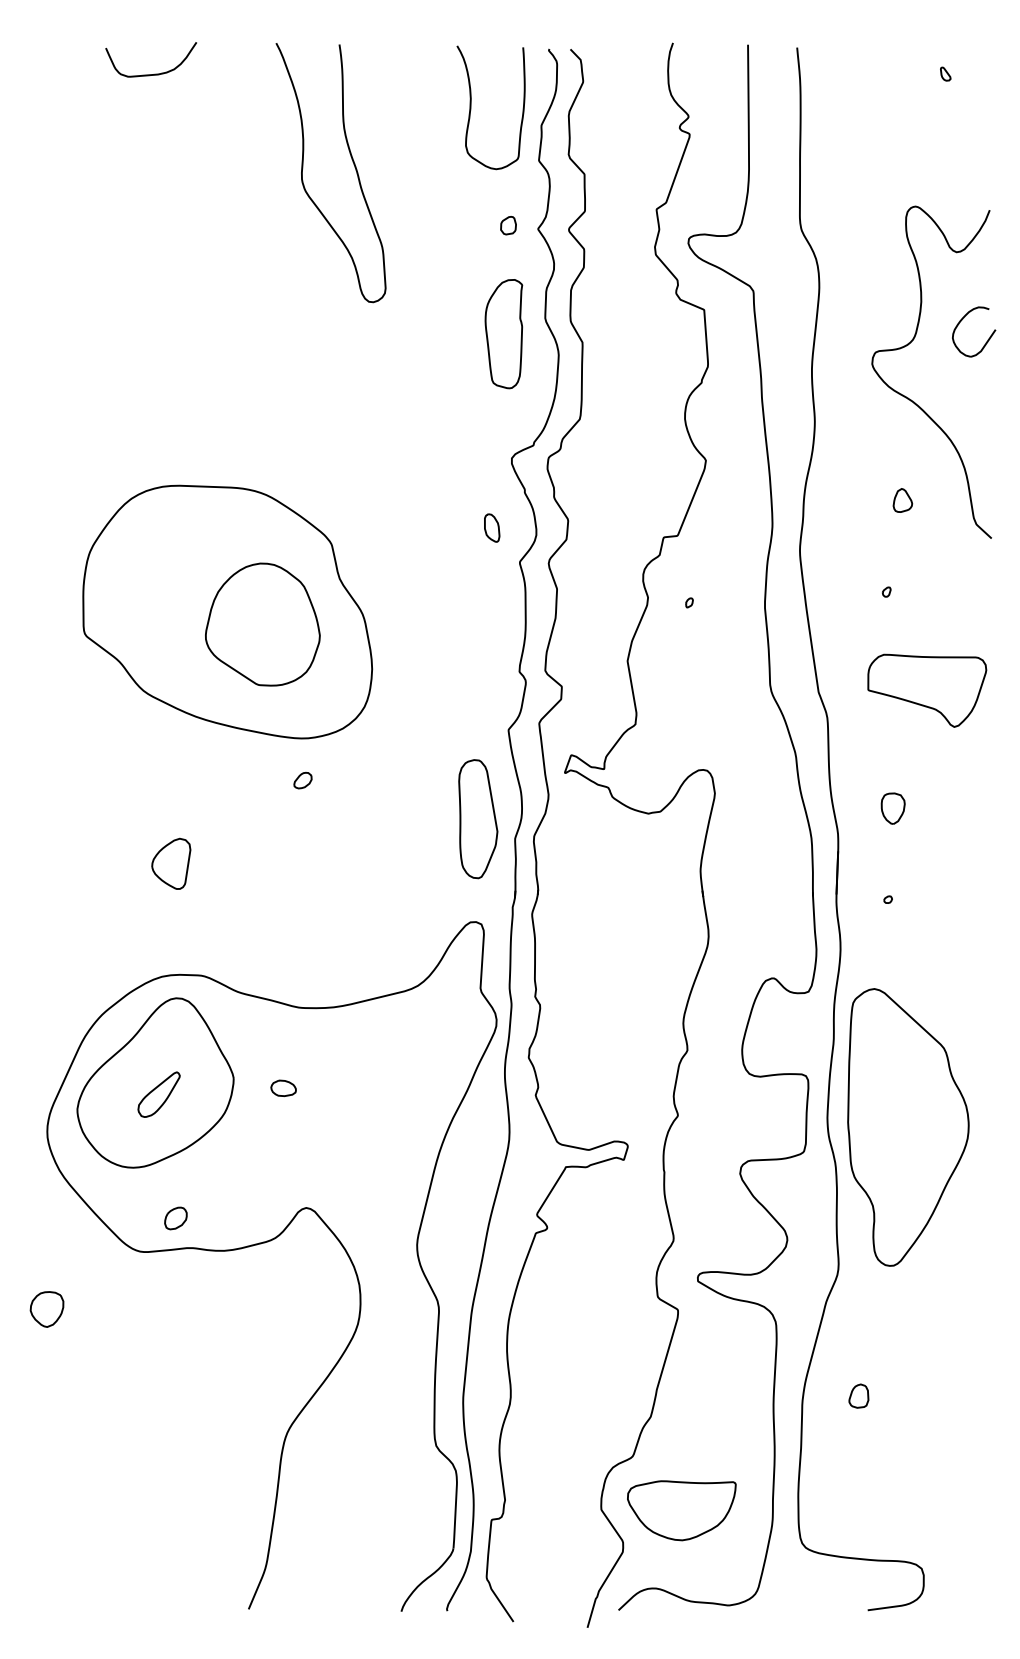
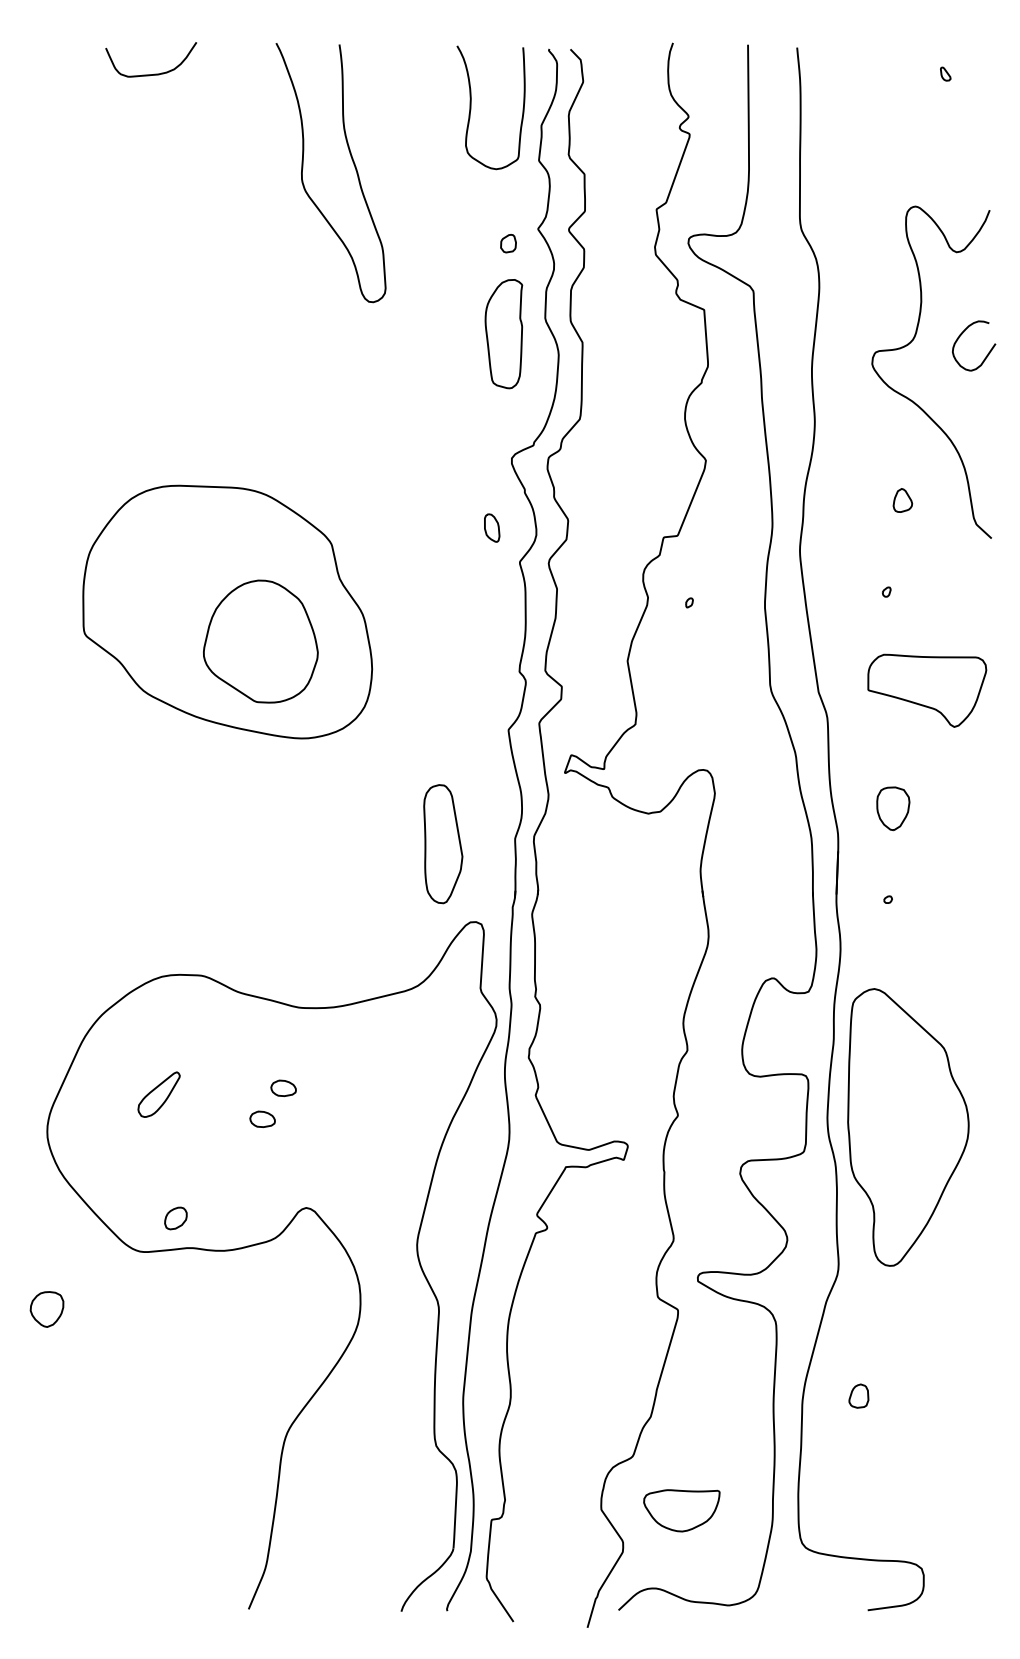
part at (508, 225) position: (508, 225) -> (508, 243)
part at (987, 339) position: (987, 339) -> (987, 353)
part at (262, 624) position: (262, 624) -> (260, 641)
part at (302, 780): present -> none
part at (892, 808) size: 26x33 px -> 35x46 px
part at (478, 819) position: (478, 819) -> (443, 844)
part at (171, 863): present -> none
part at (155, 1082): present -> none
part at (262, 1118): none -> present
part at (681, 1510) size: 110x62 px -> 78x44 px
